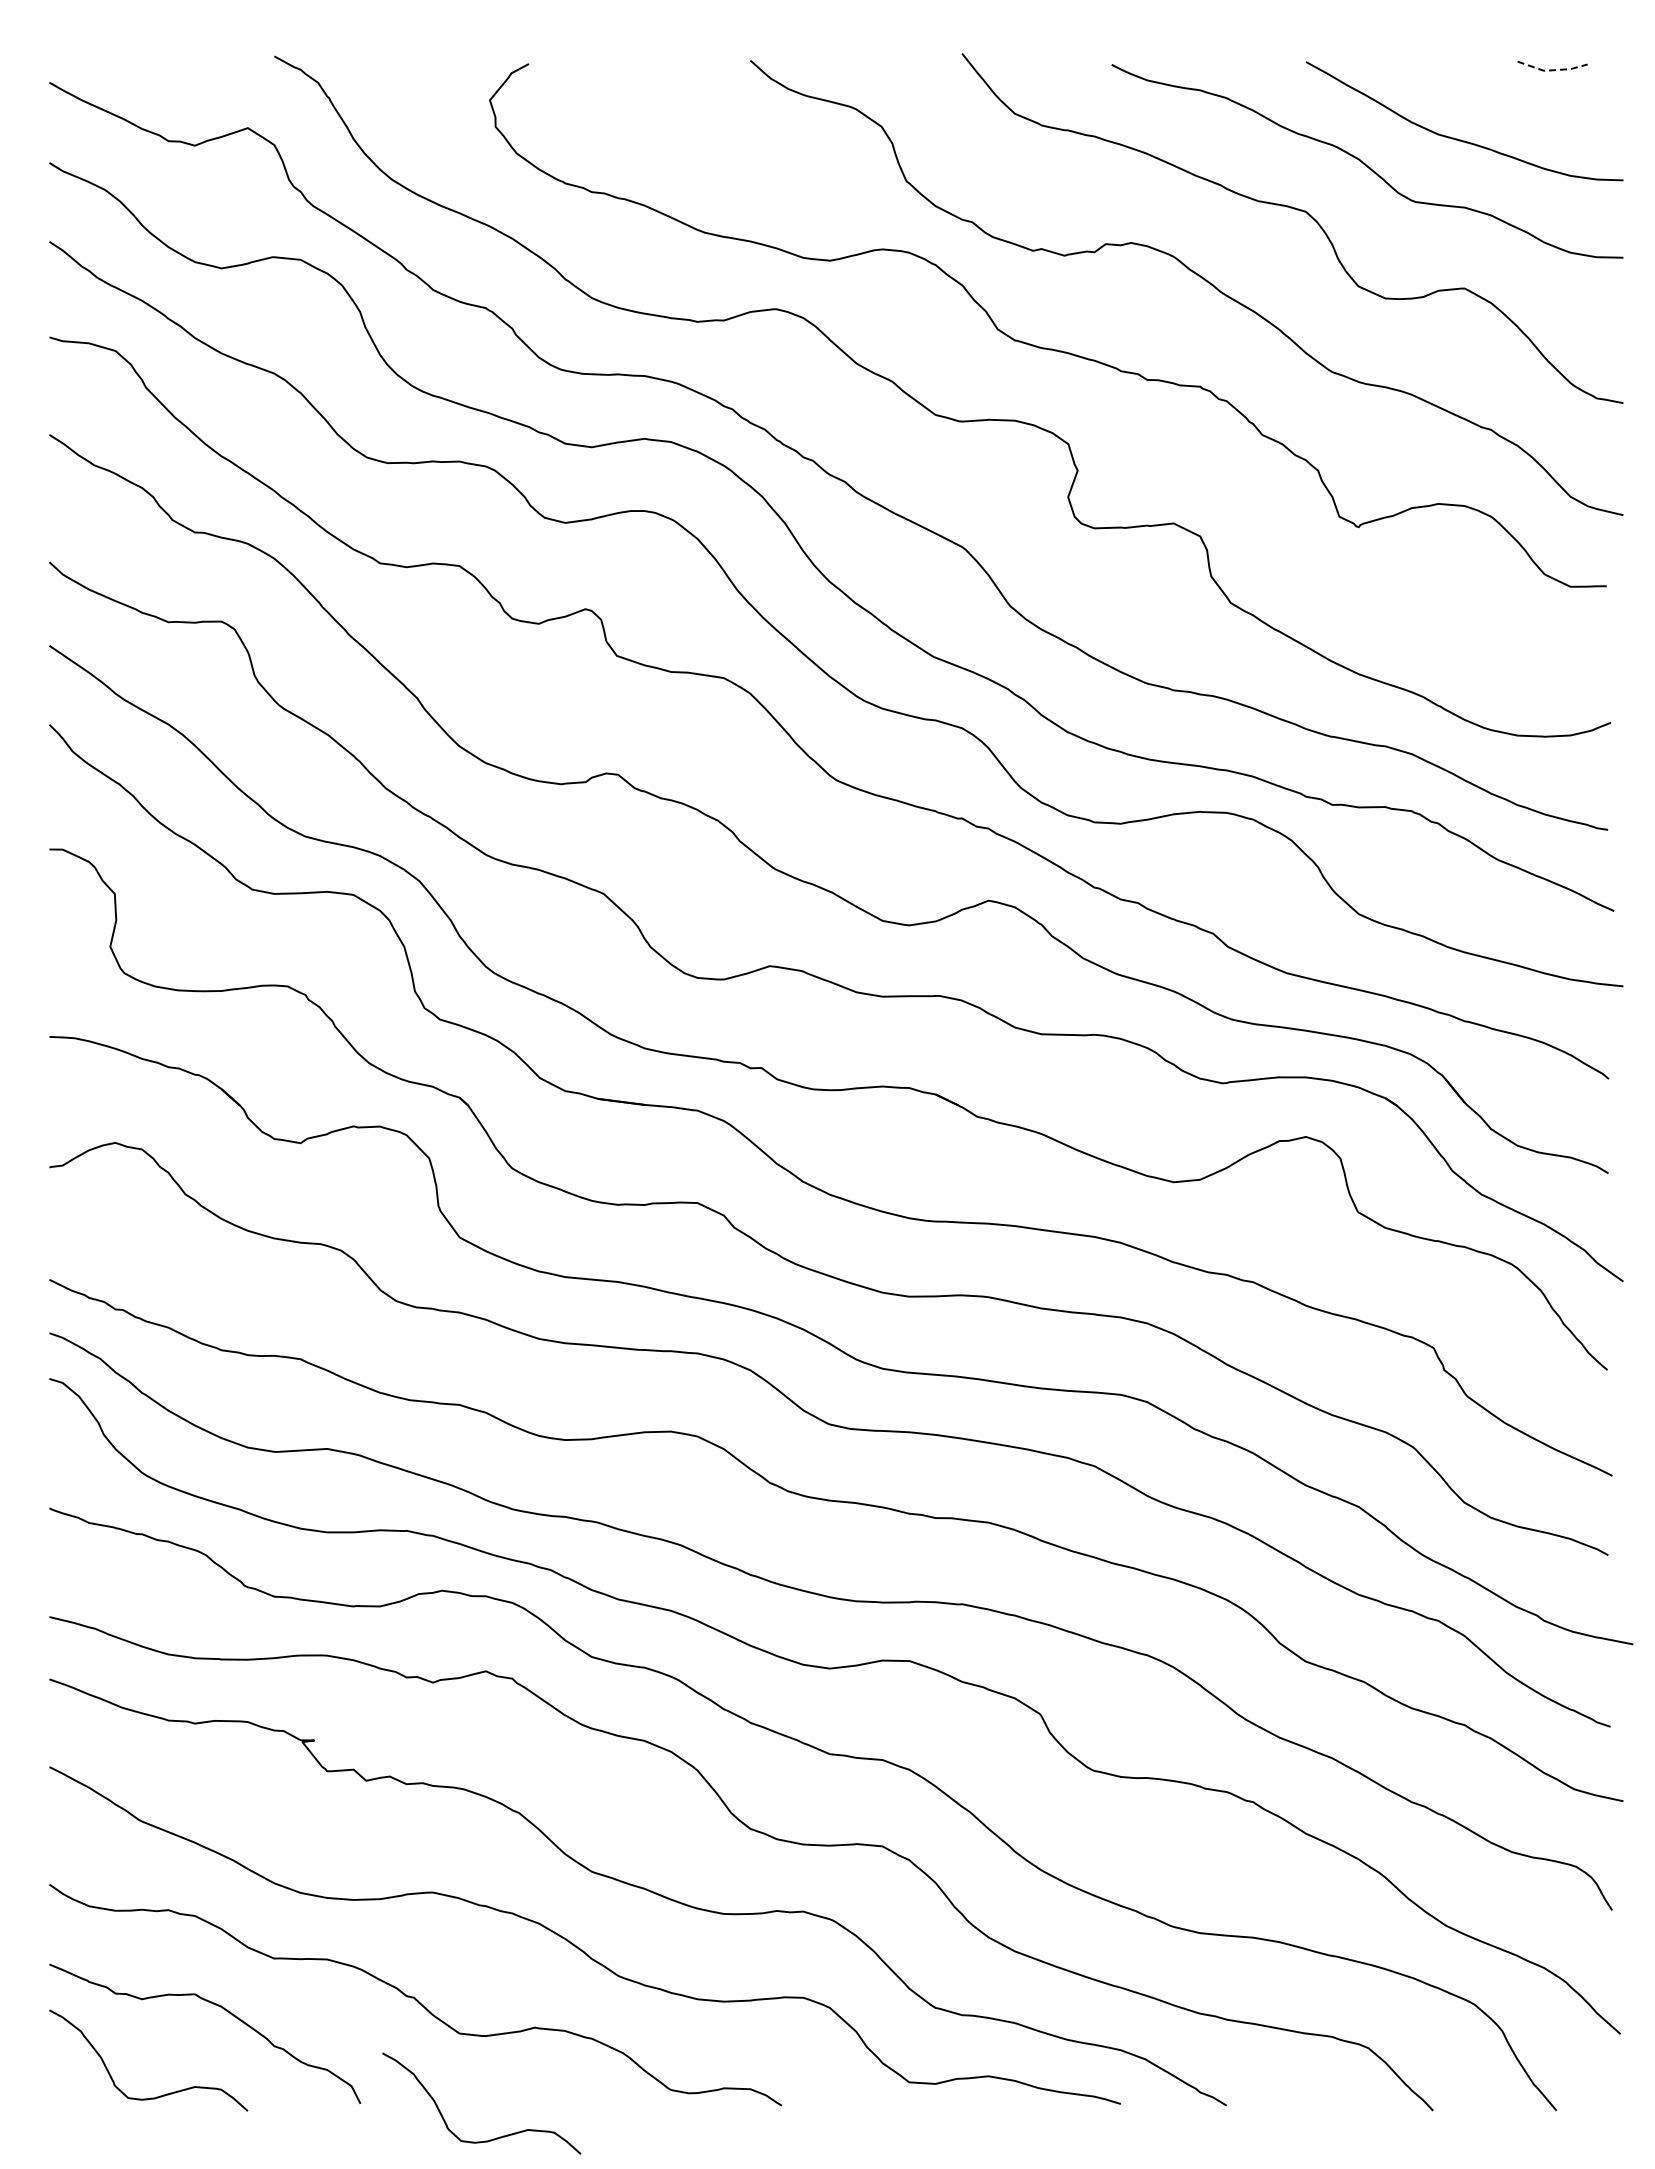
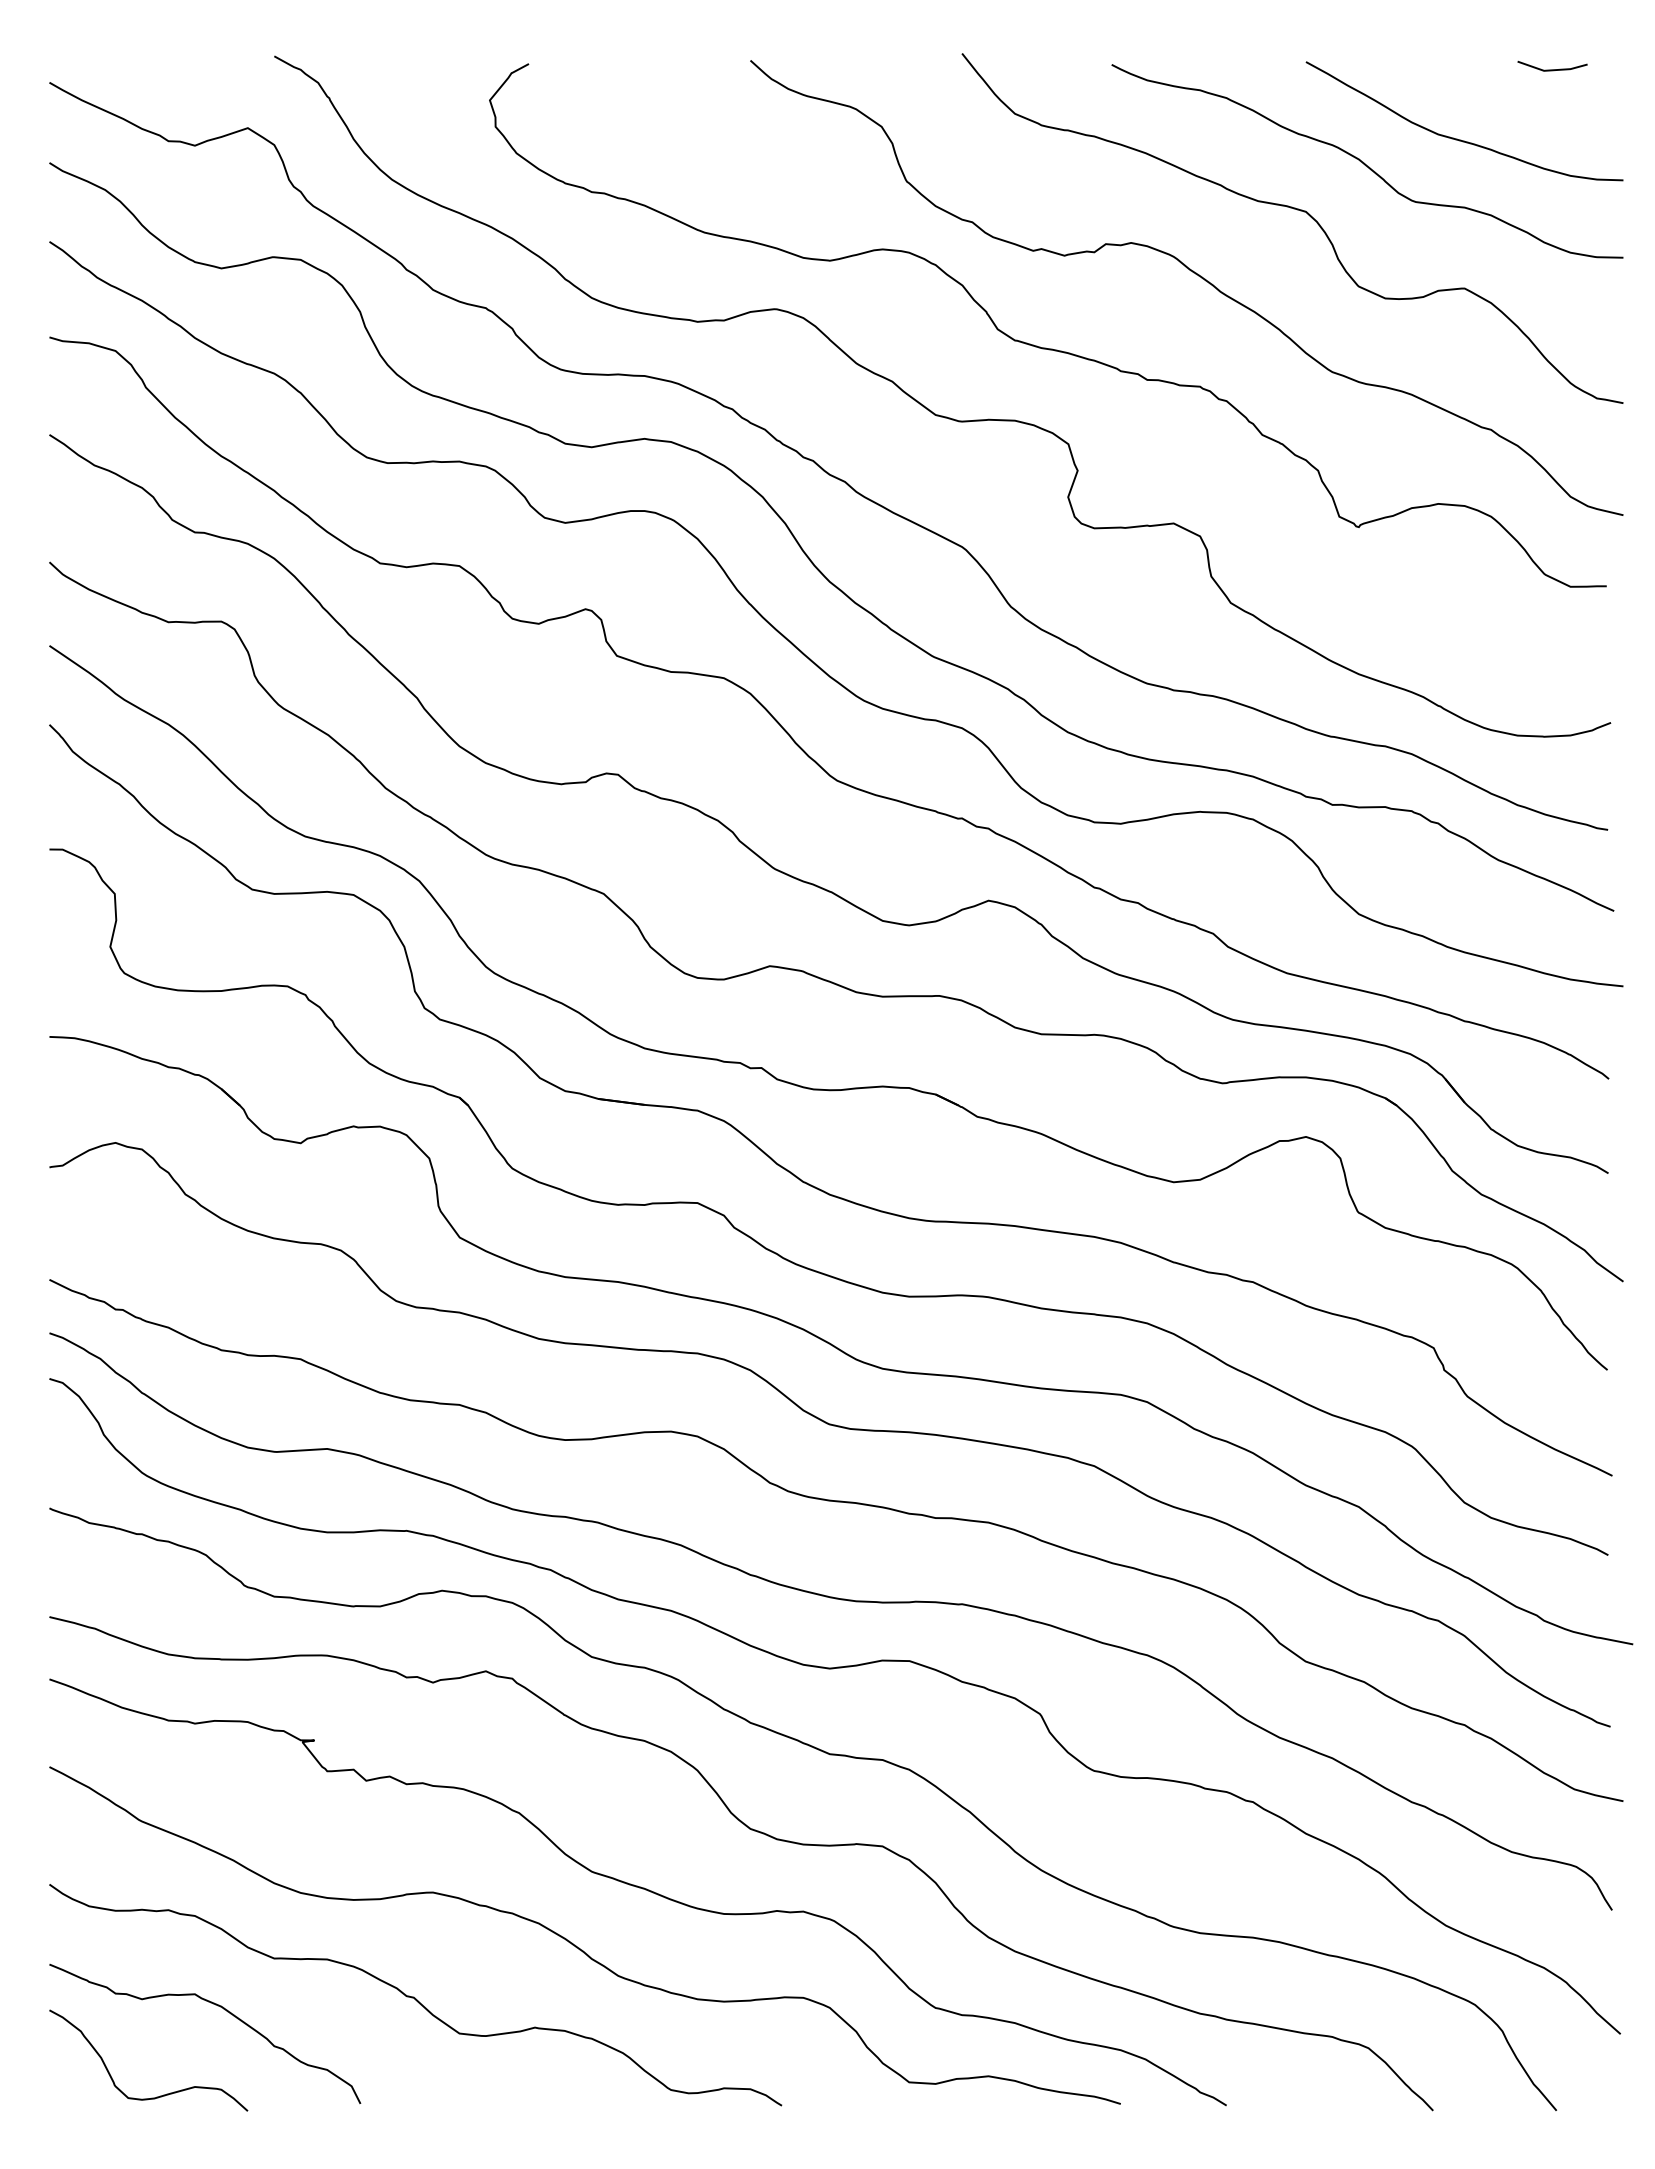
line at (1551, 70): dashed -> solid
curve at (489, 2139): present -> none
